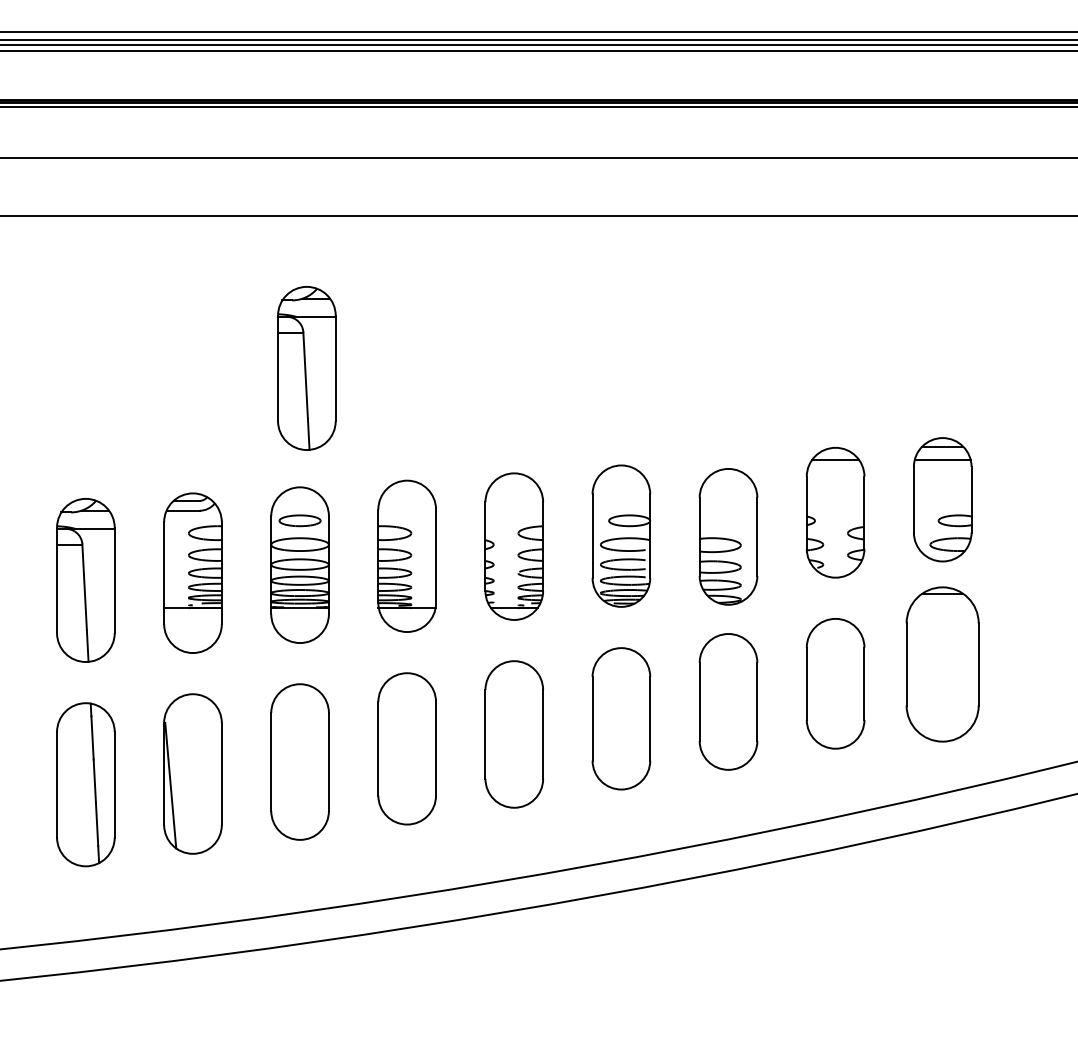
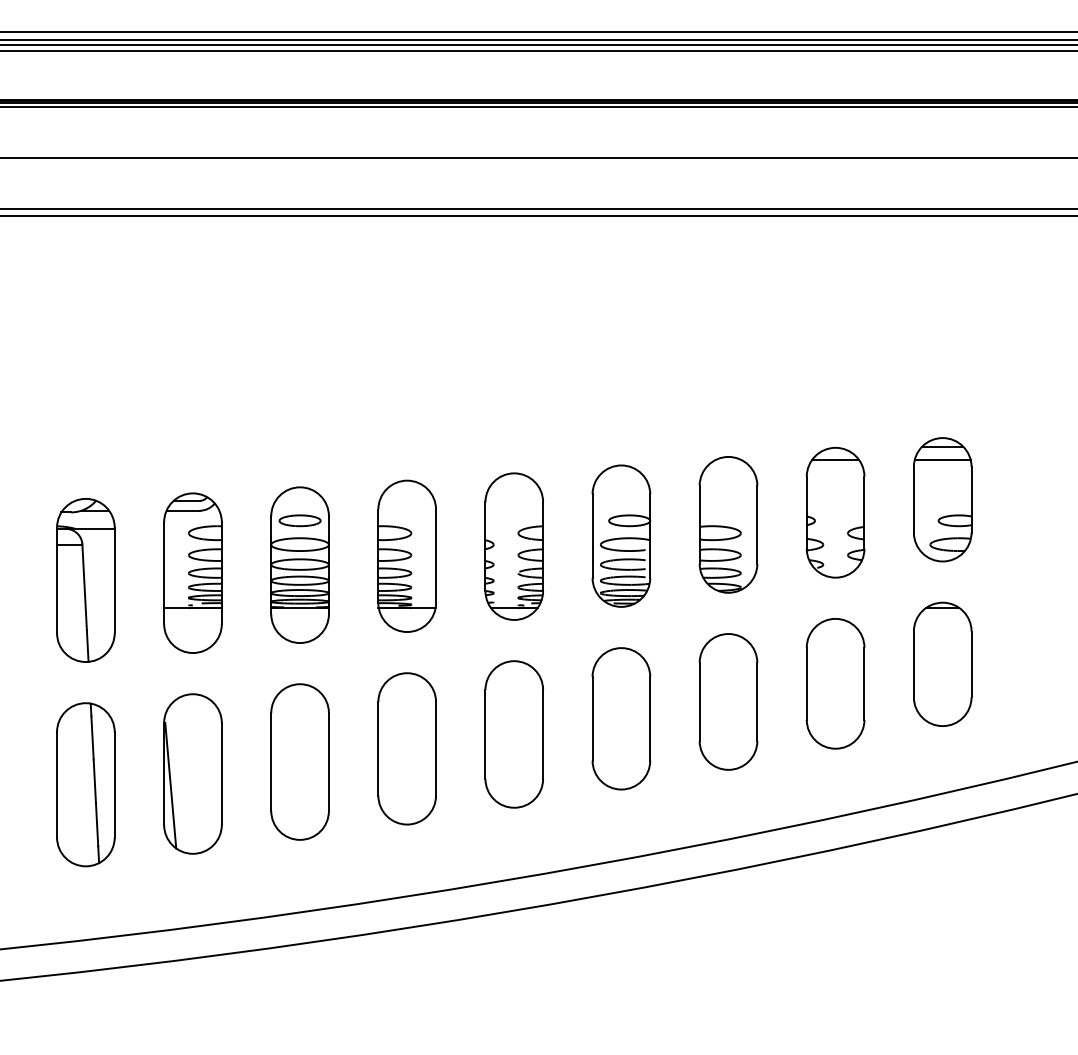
line at (538, 209): none -> present
part at (306, 368): present -> none
part at (728, 536) position: (728, 536) -> (728, 524)
part at (942, 664) size: 75x157 px -> 60x126 px
